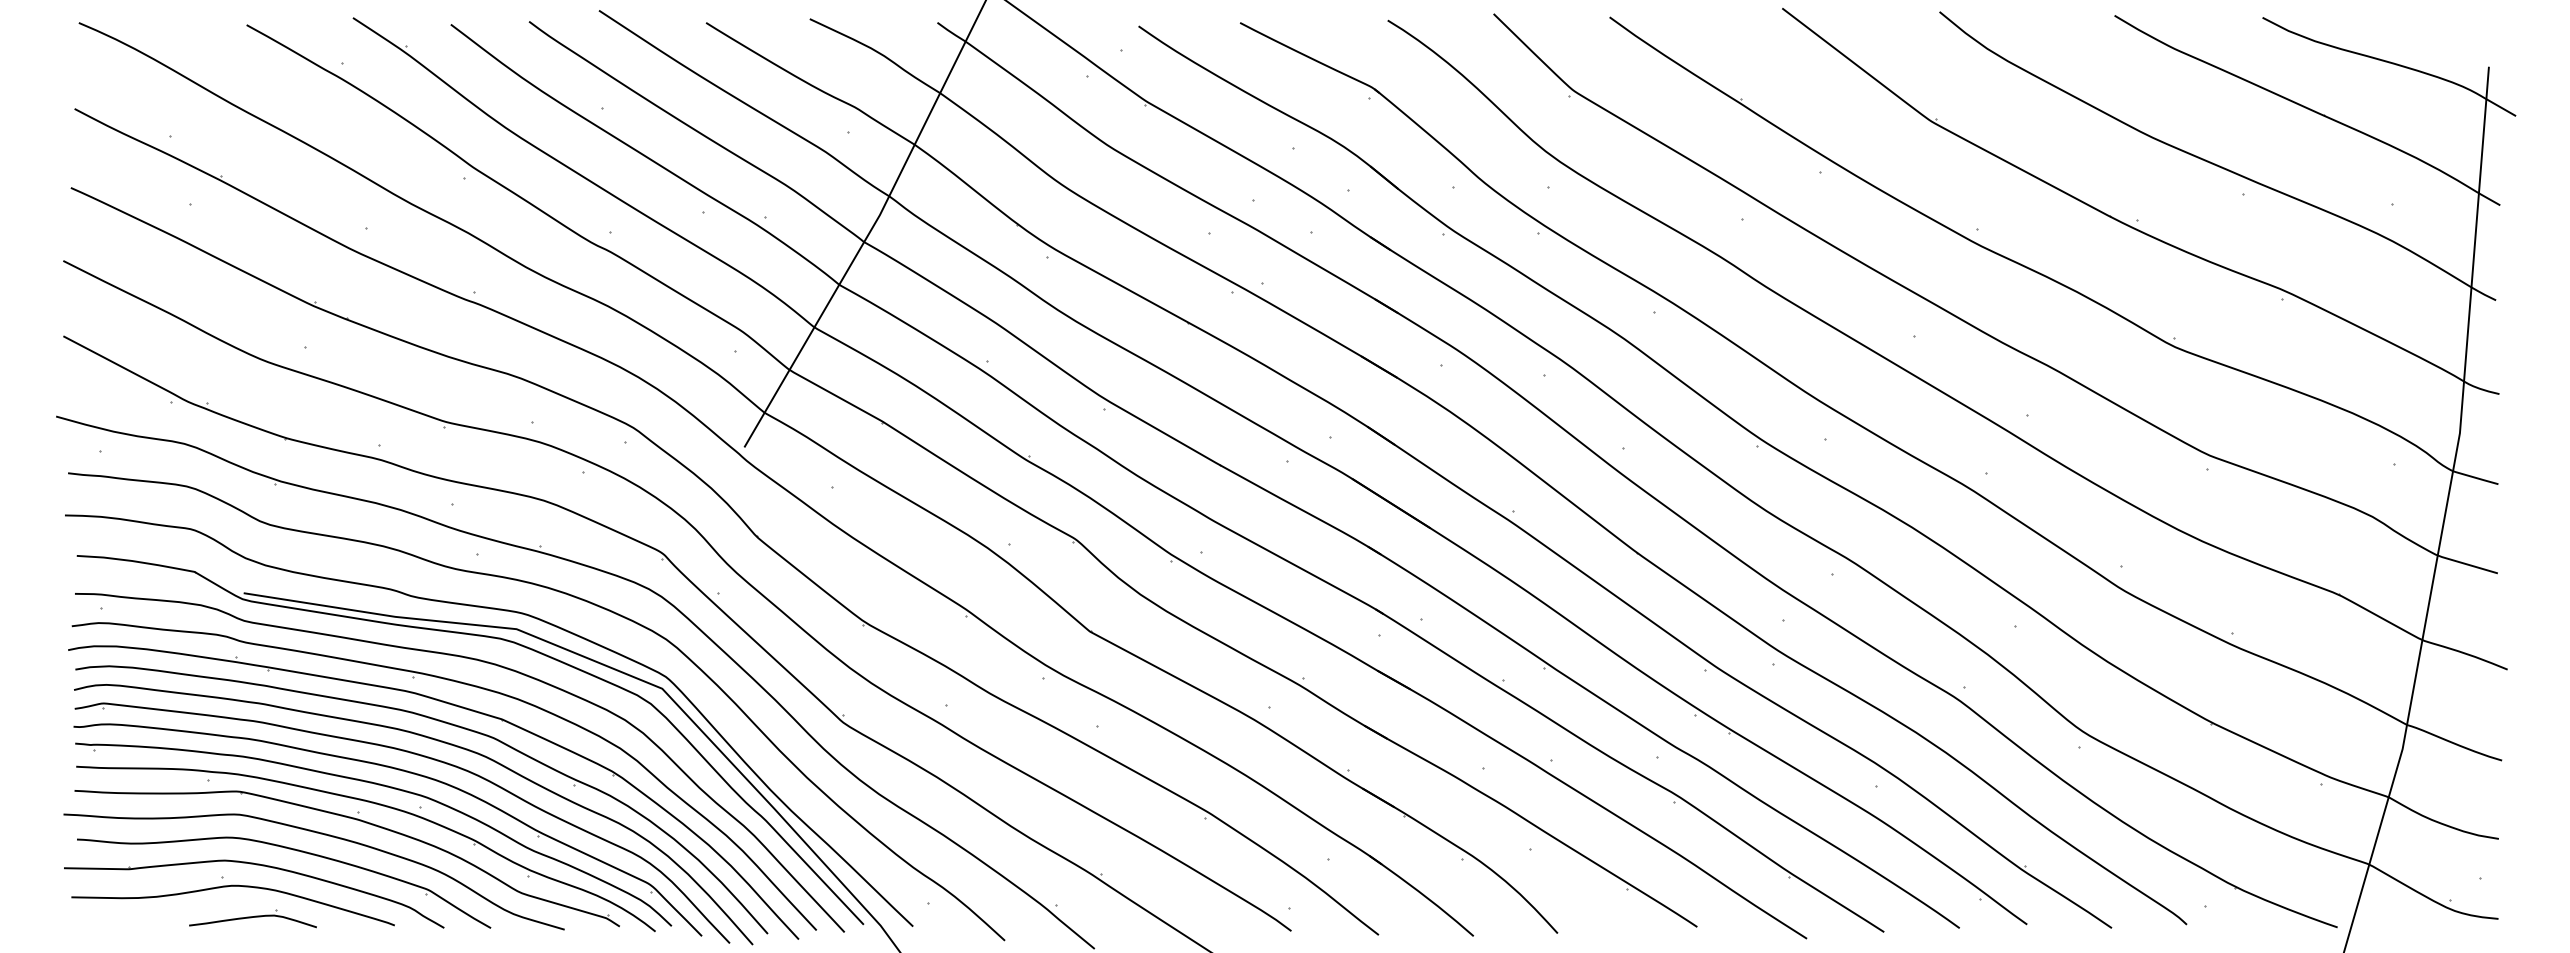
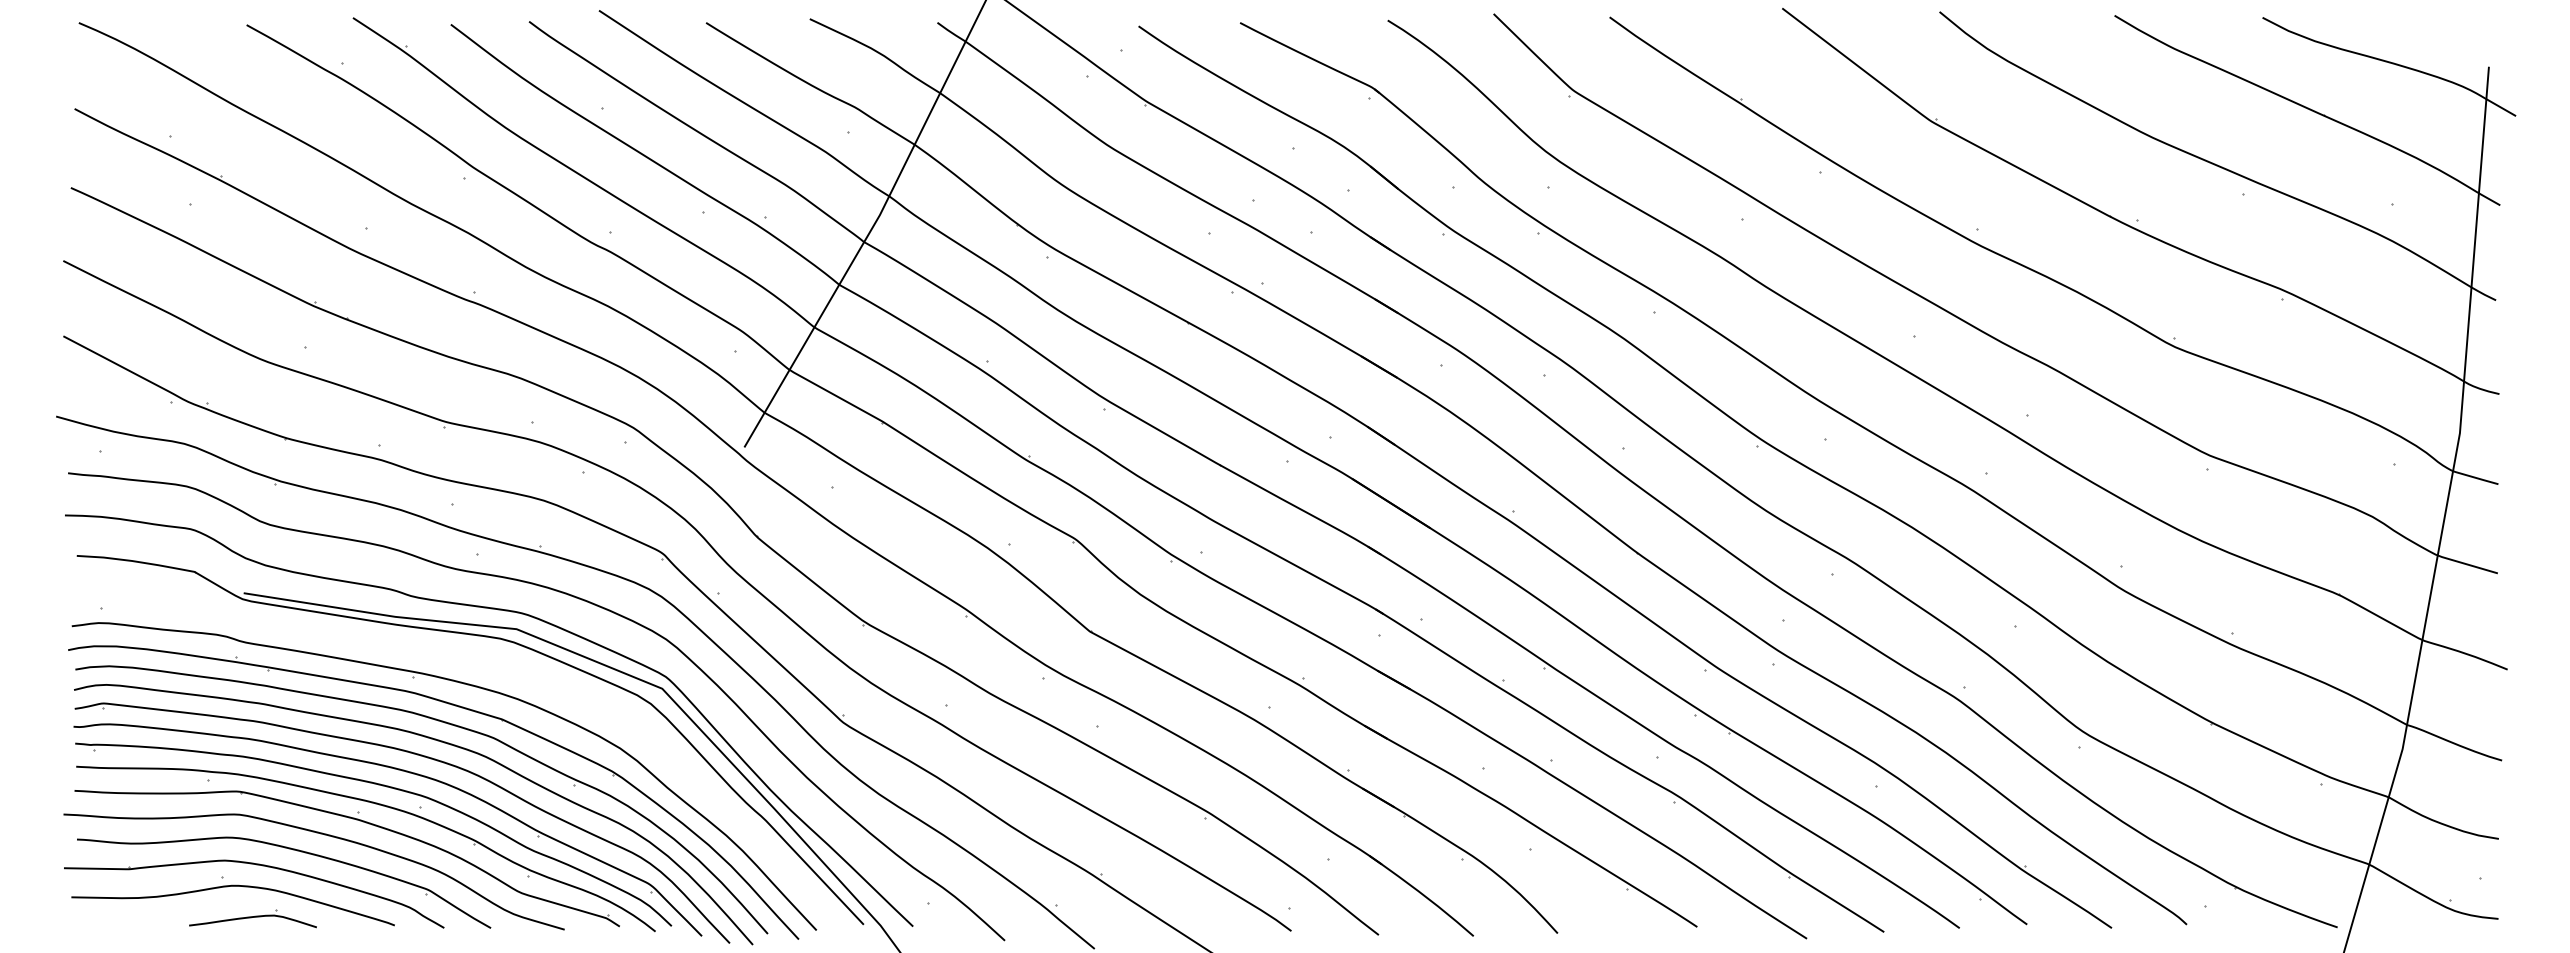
curve at (486, 663): present -> none
